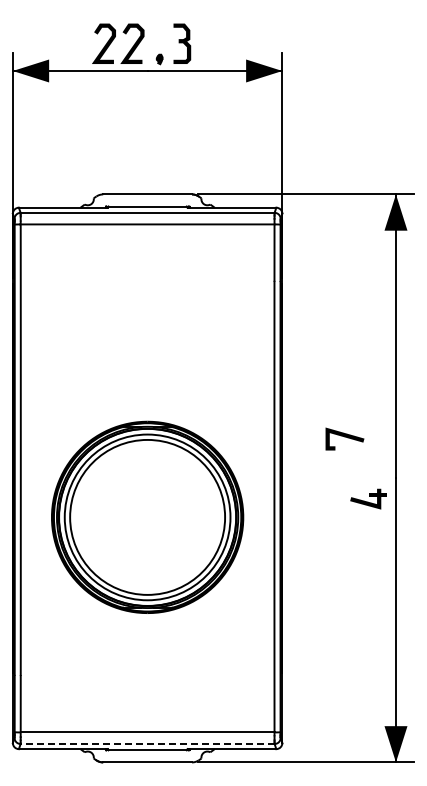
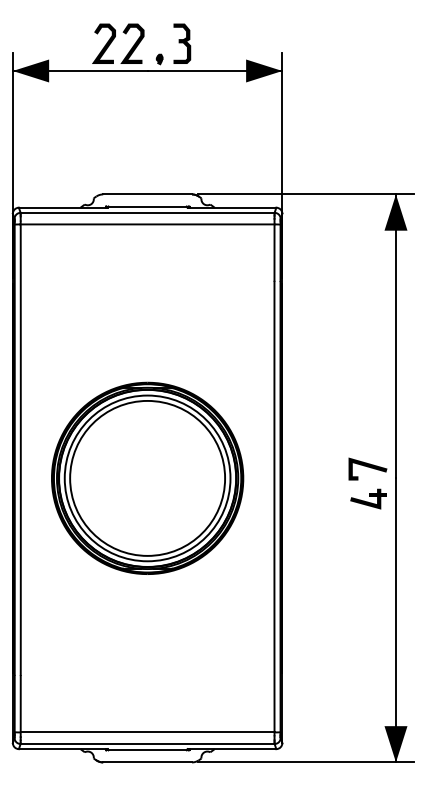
line at (344, 437) position: (344, 437) -> (367, 467)
part at (147, 516) position: (147, 516) -> (147, 477)
line at (147, 743): dashed -> solid
